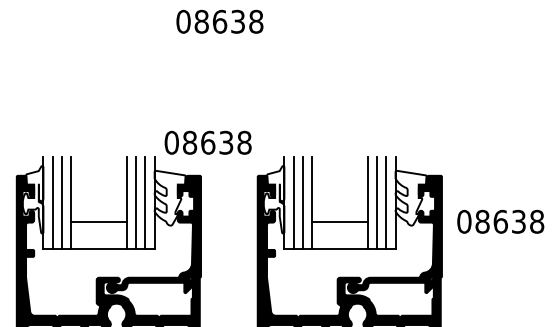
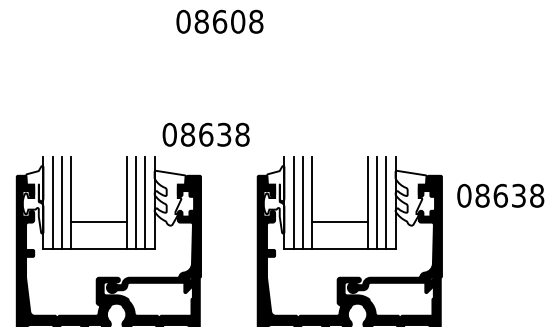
text at (238, 21): 08638 -> 08608
text at (207, 142) position: (207, 142) -> (205, 134)
text at (500, 221) position: (500, 221) -> (500, 195)
